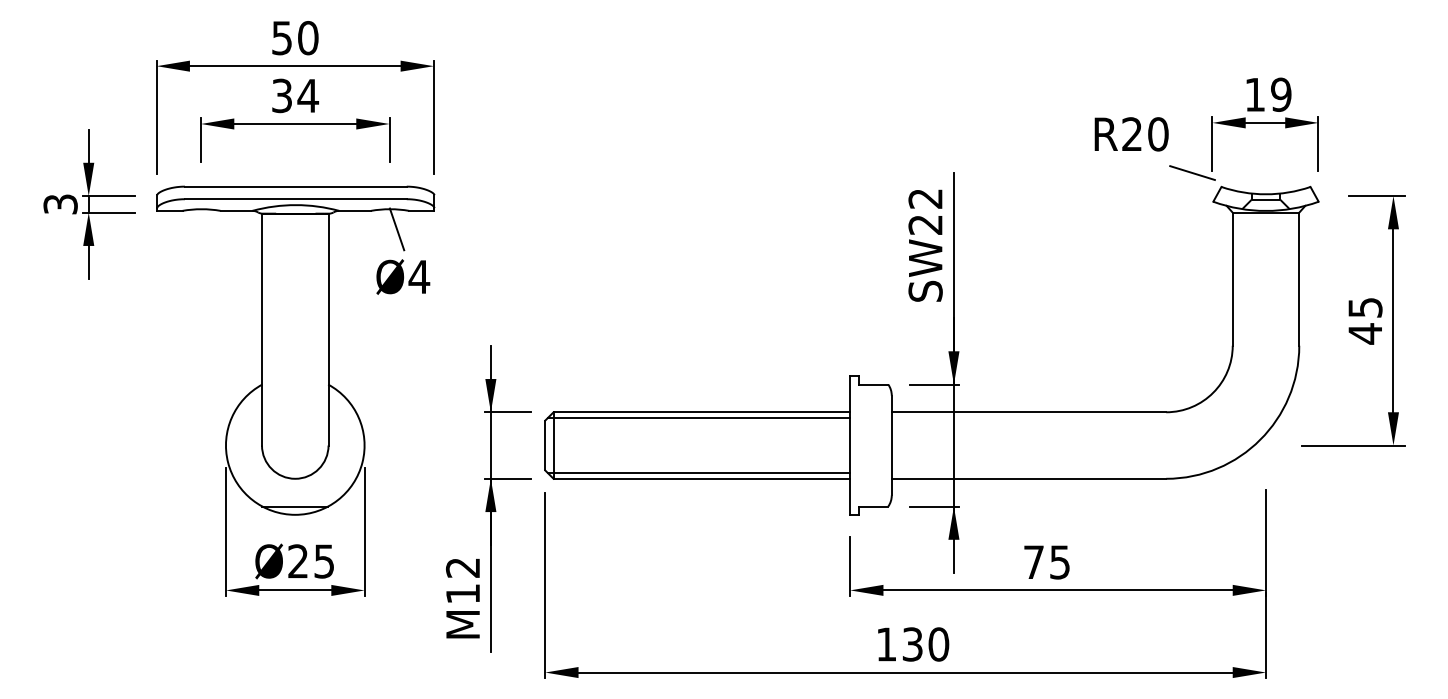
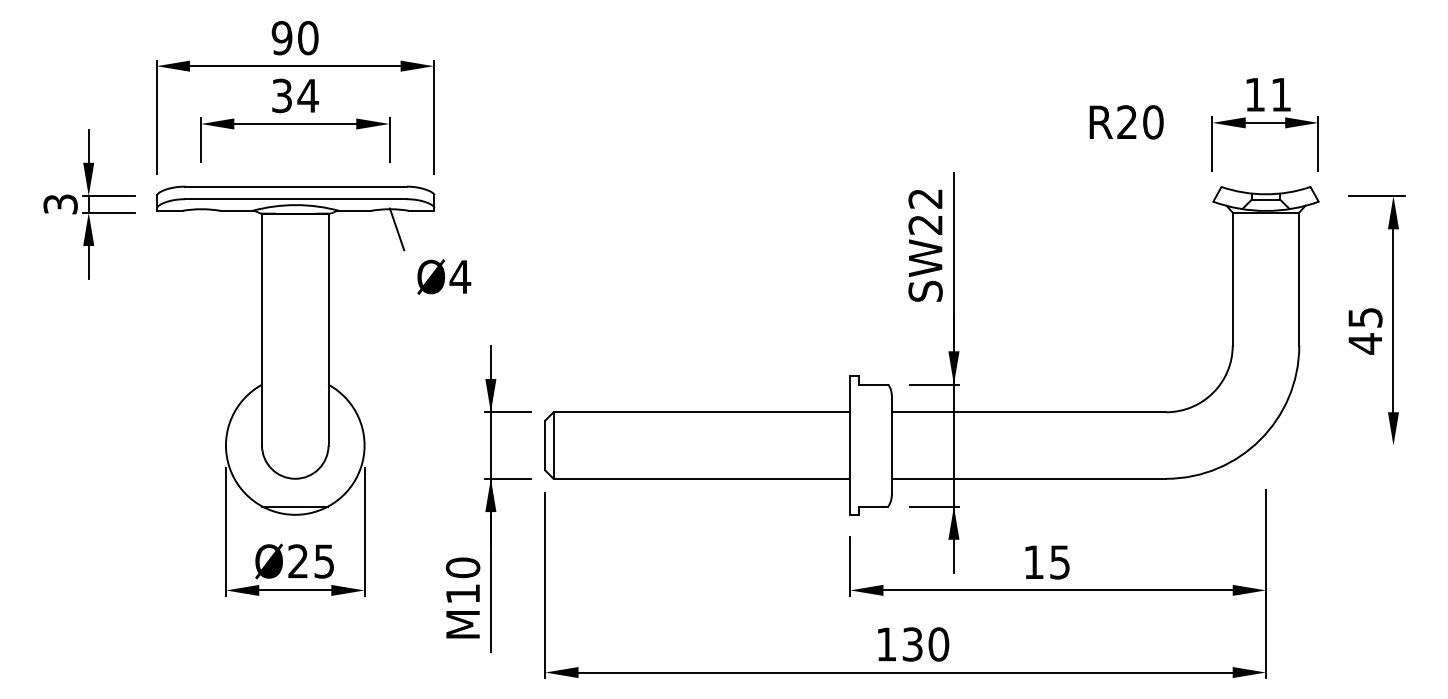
text at (281, 38): 50 -> 90
text at (1281, 94): 19 -> 11
text at (1131, 134) position: (1131, 134) -> (1126, 122)
line at (1192, 173): present -> none
text at (403, 276) position: (403, 276) -> (444, 276)
text at (1365, 321) position: (1365, 321) -> (1365, 331)
line at (699, 417): present -> none
line at (1353, 445): present -> none
line at (699, 473): present -> none
text at (1033, 561): 75 -> 15
text at (462, 567): M12 -> M10
